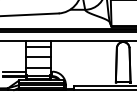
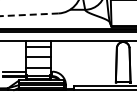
line at (29, 14): solid -> dashed
